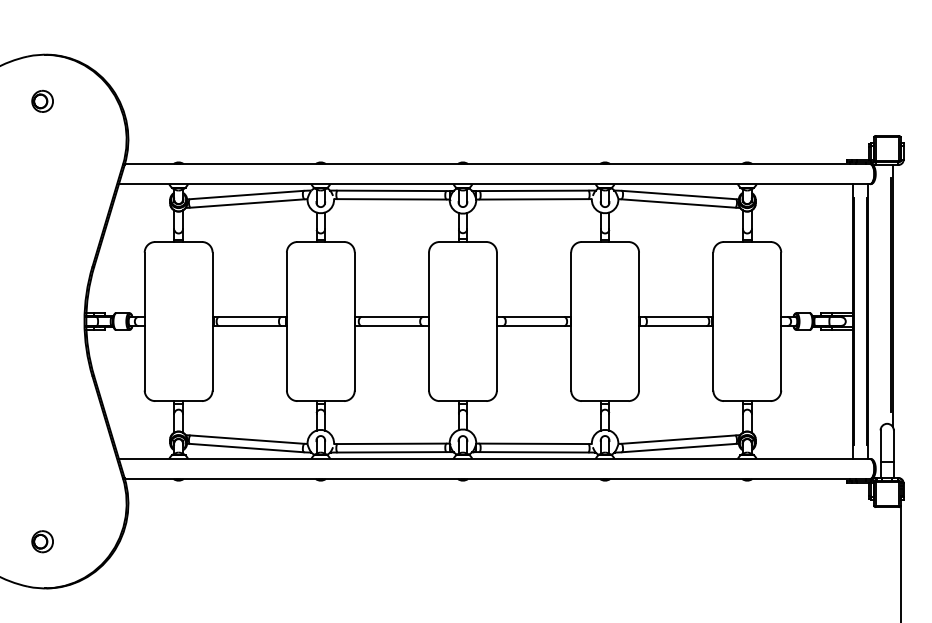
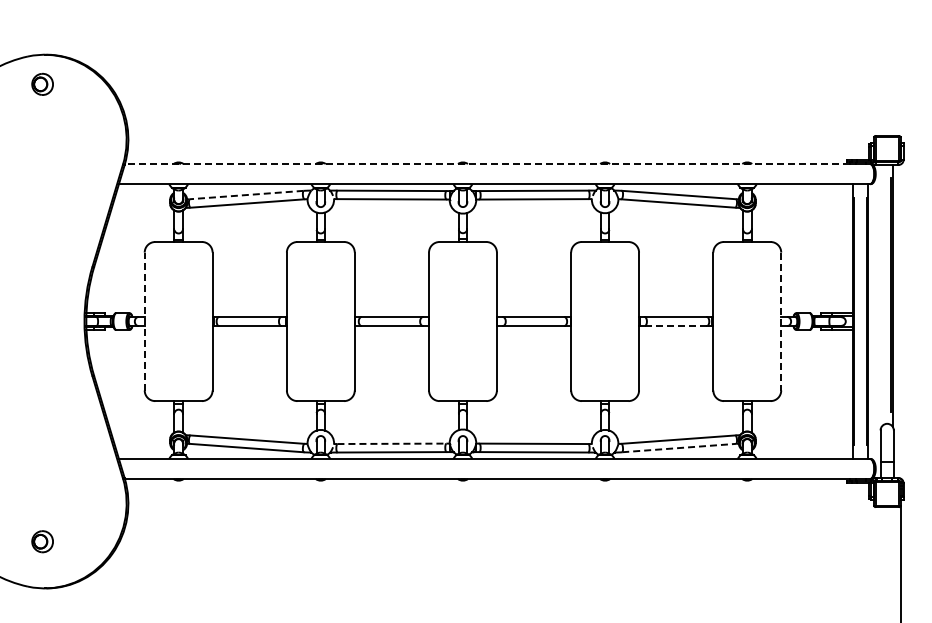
part at (42, 100) position: (42, 100) -> (42, 83)
line at (487, 164): solid -> dashed
line at (246, 195): solid -> dashed
line at (144, 321): solid -> dashed
line at (781, 321): solid -> dashed
line at (675, 325): solid -> dashed
line at (392, 443): solid -> dashed
line at (679, 448): solid -> dashed
